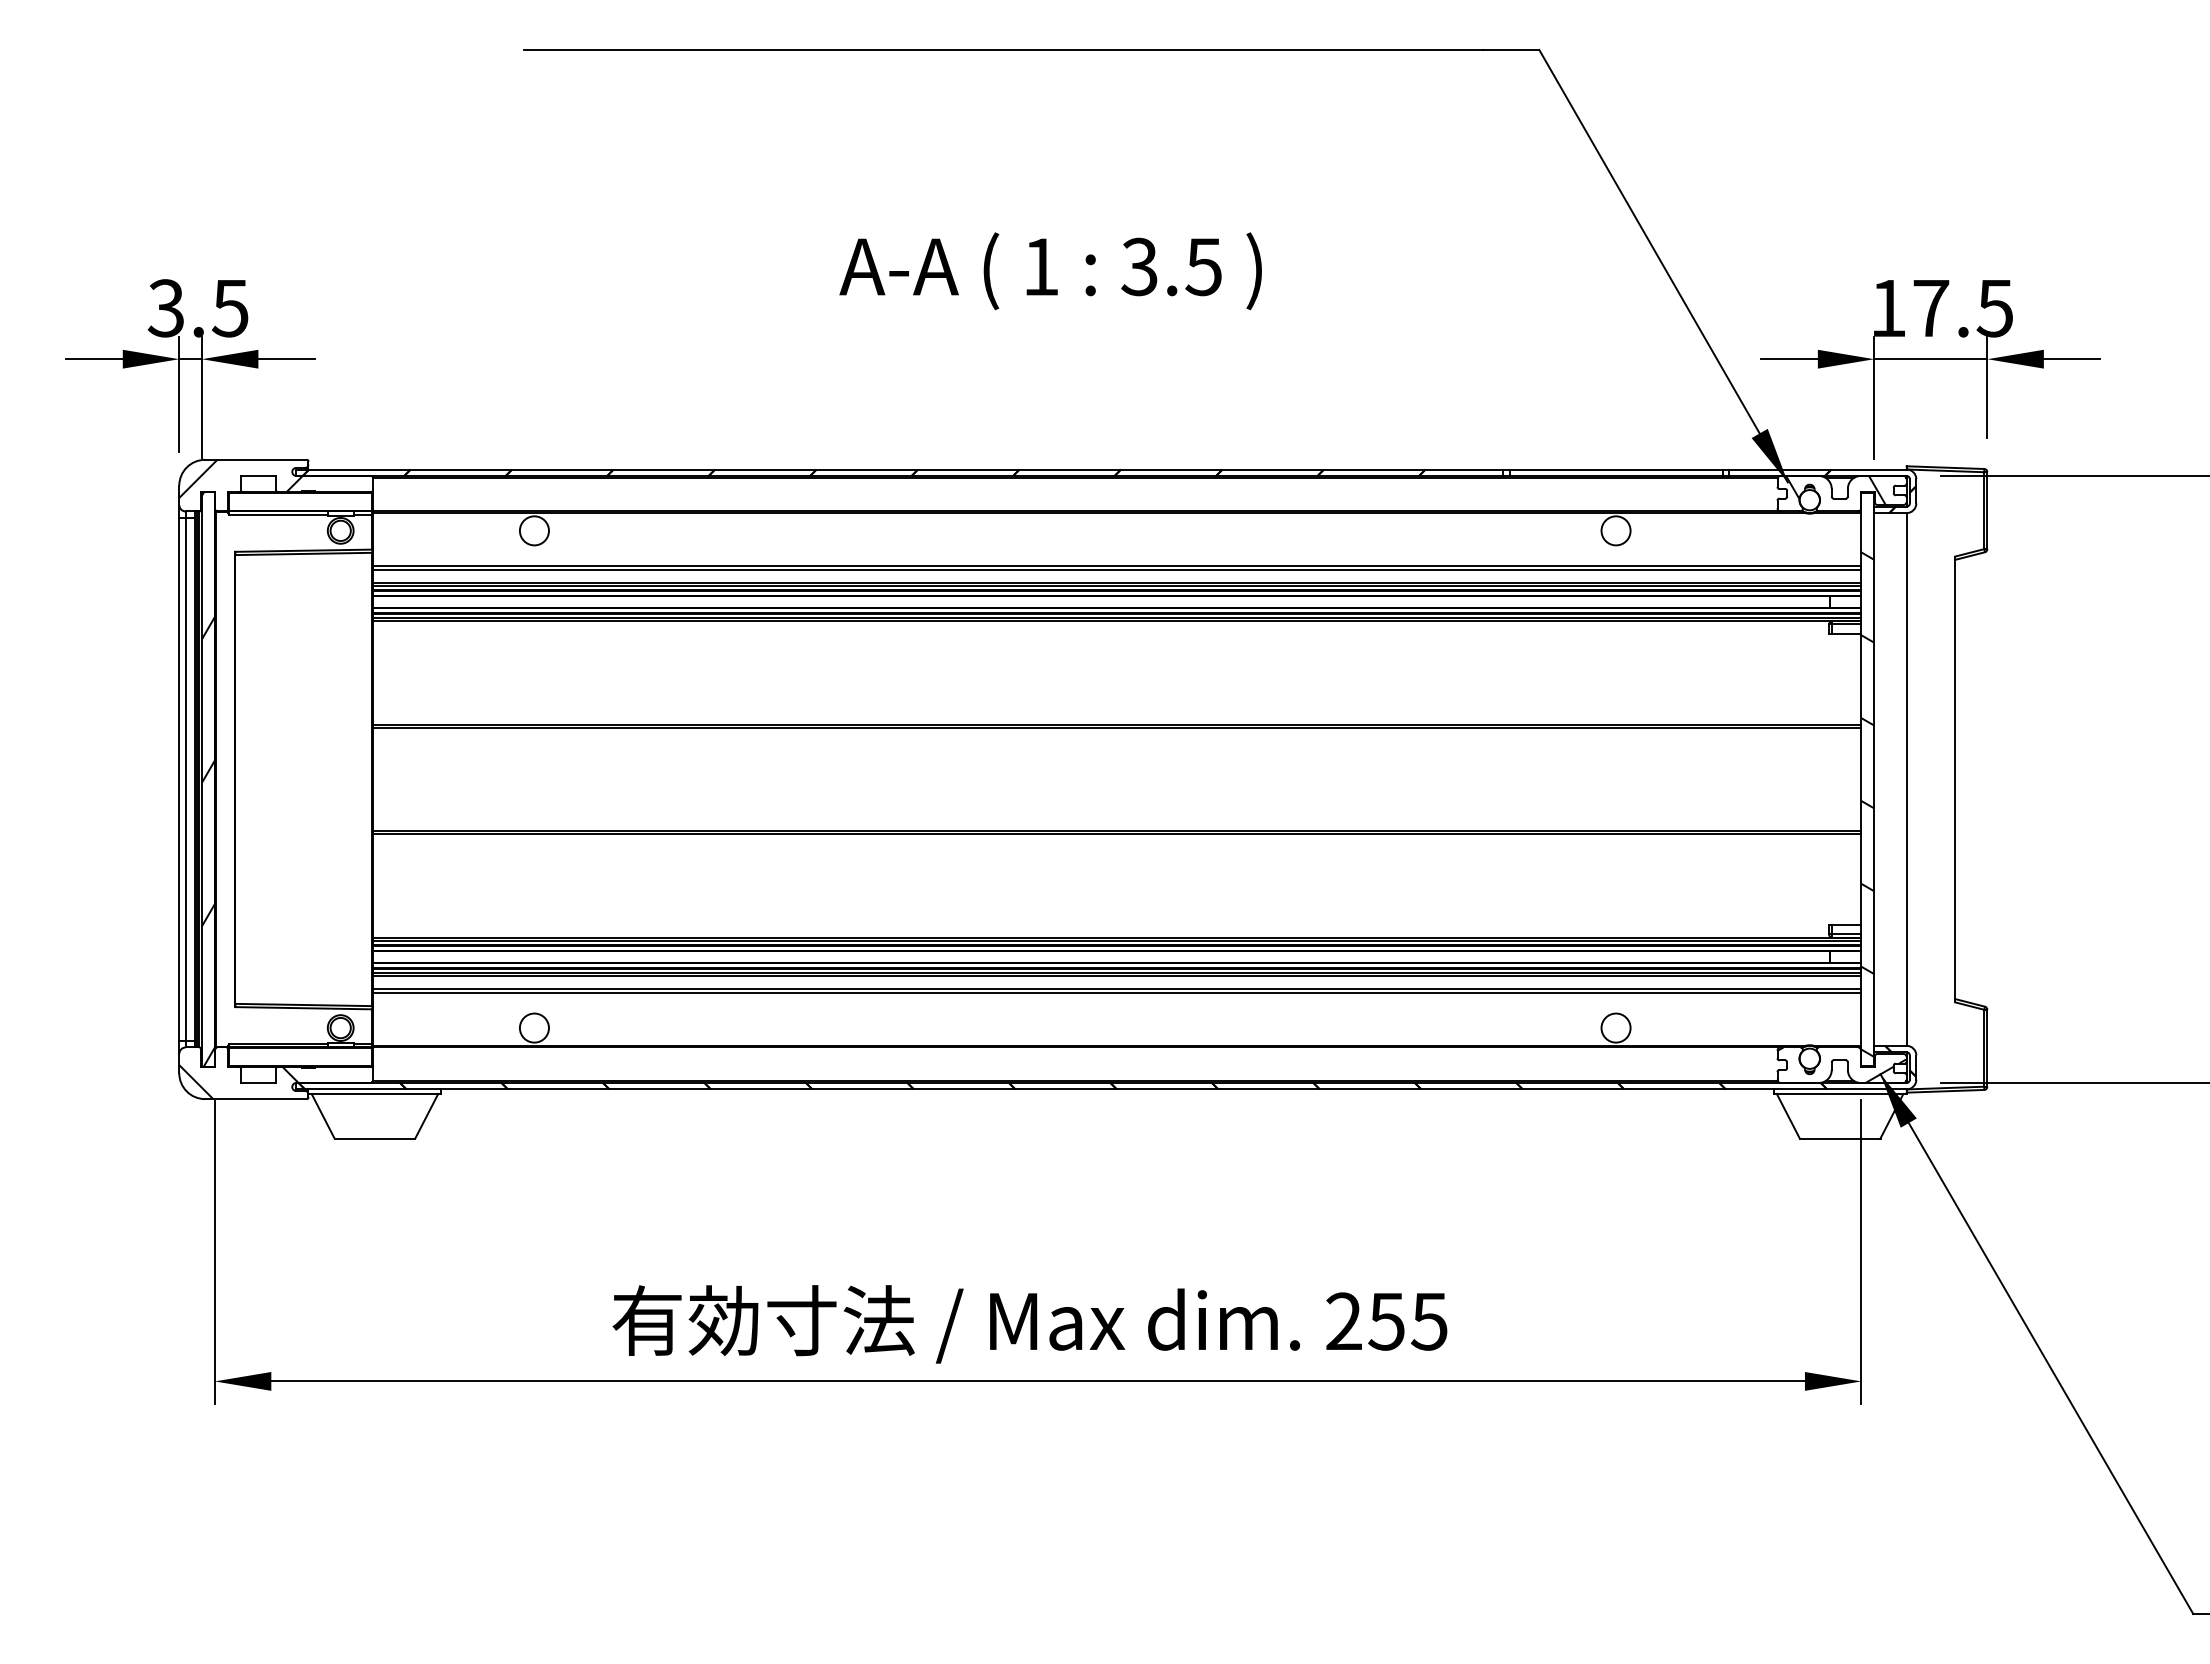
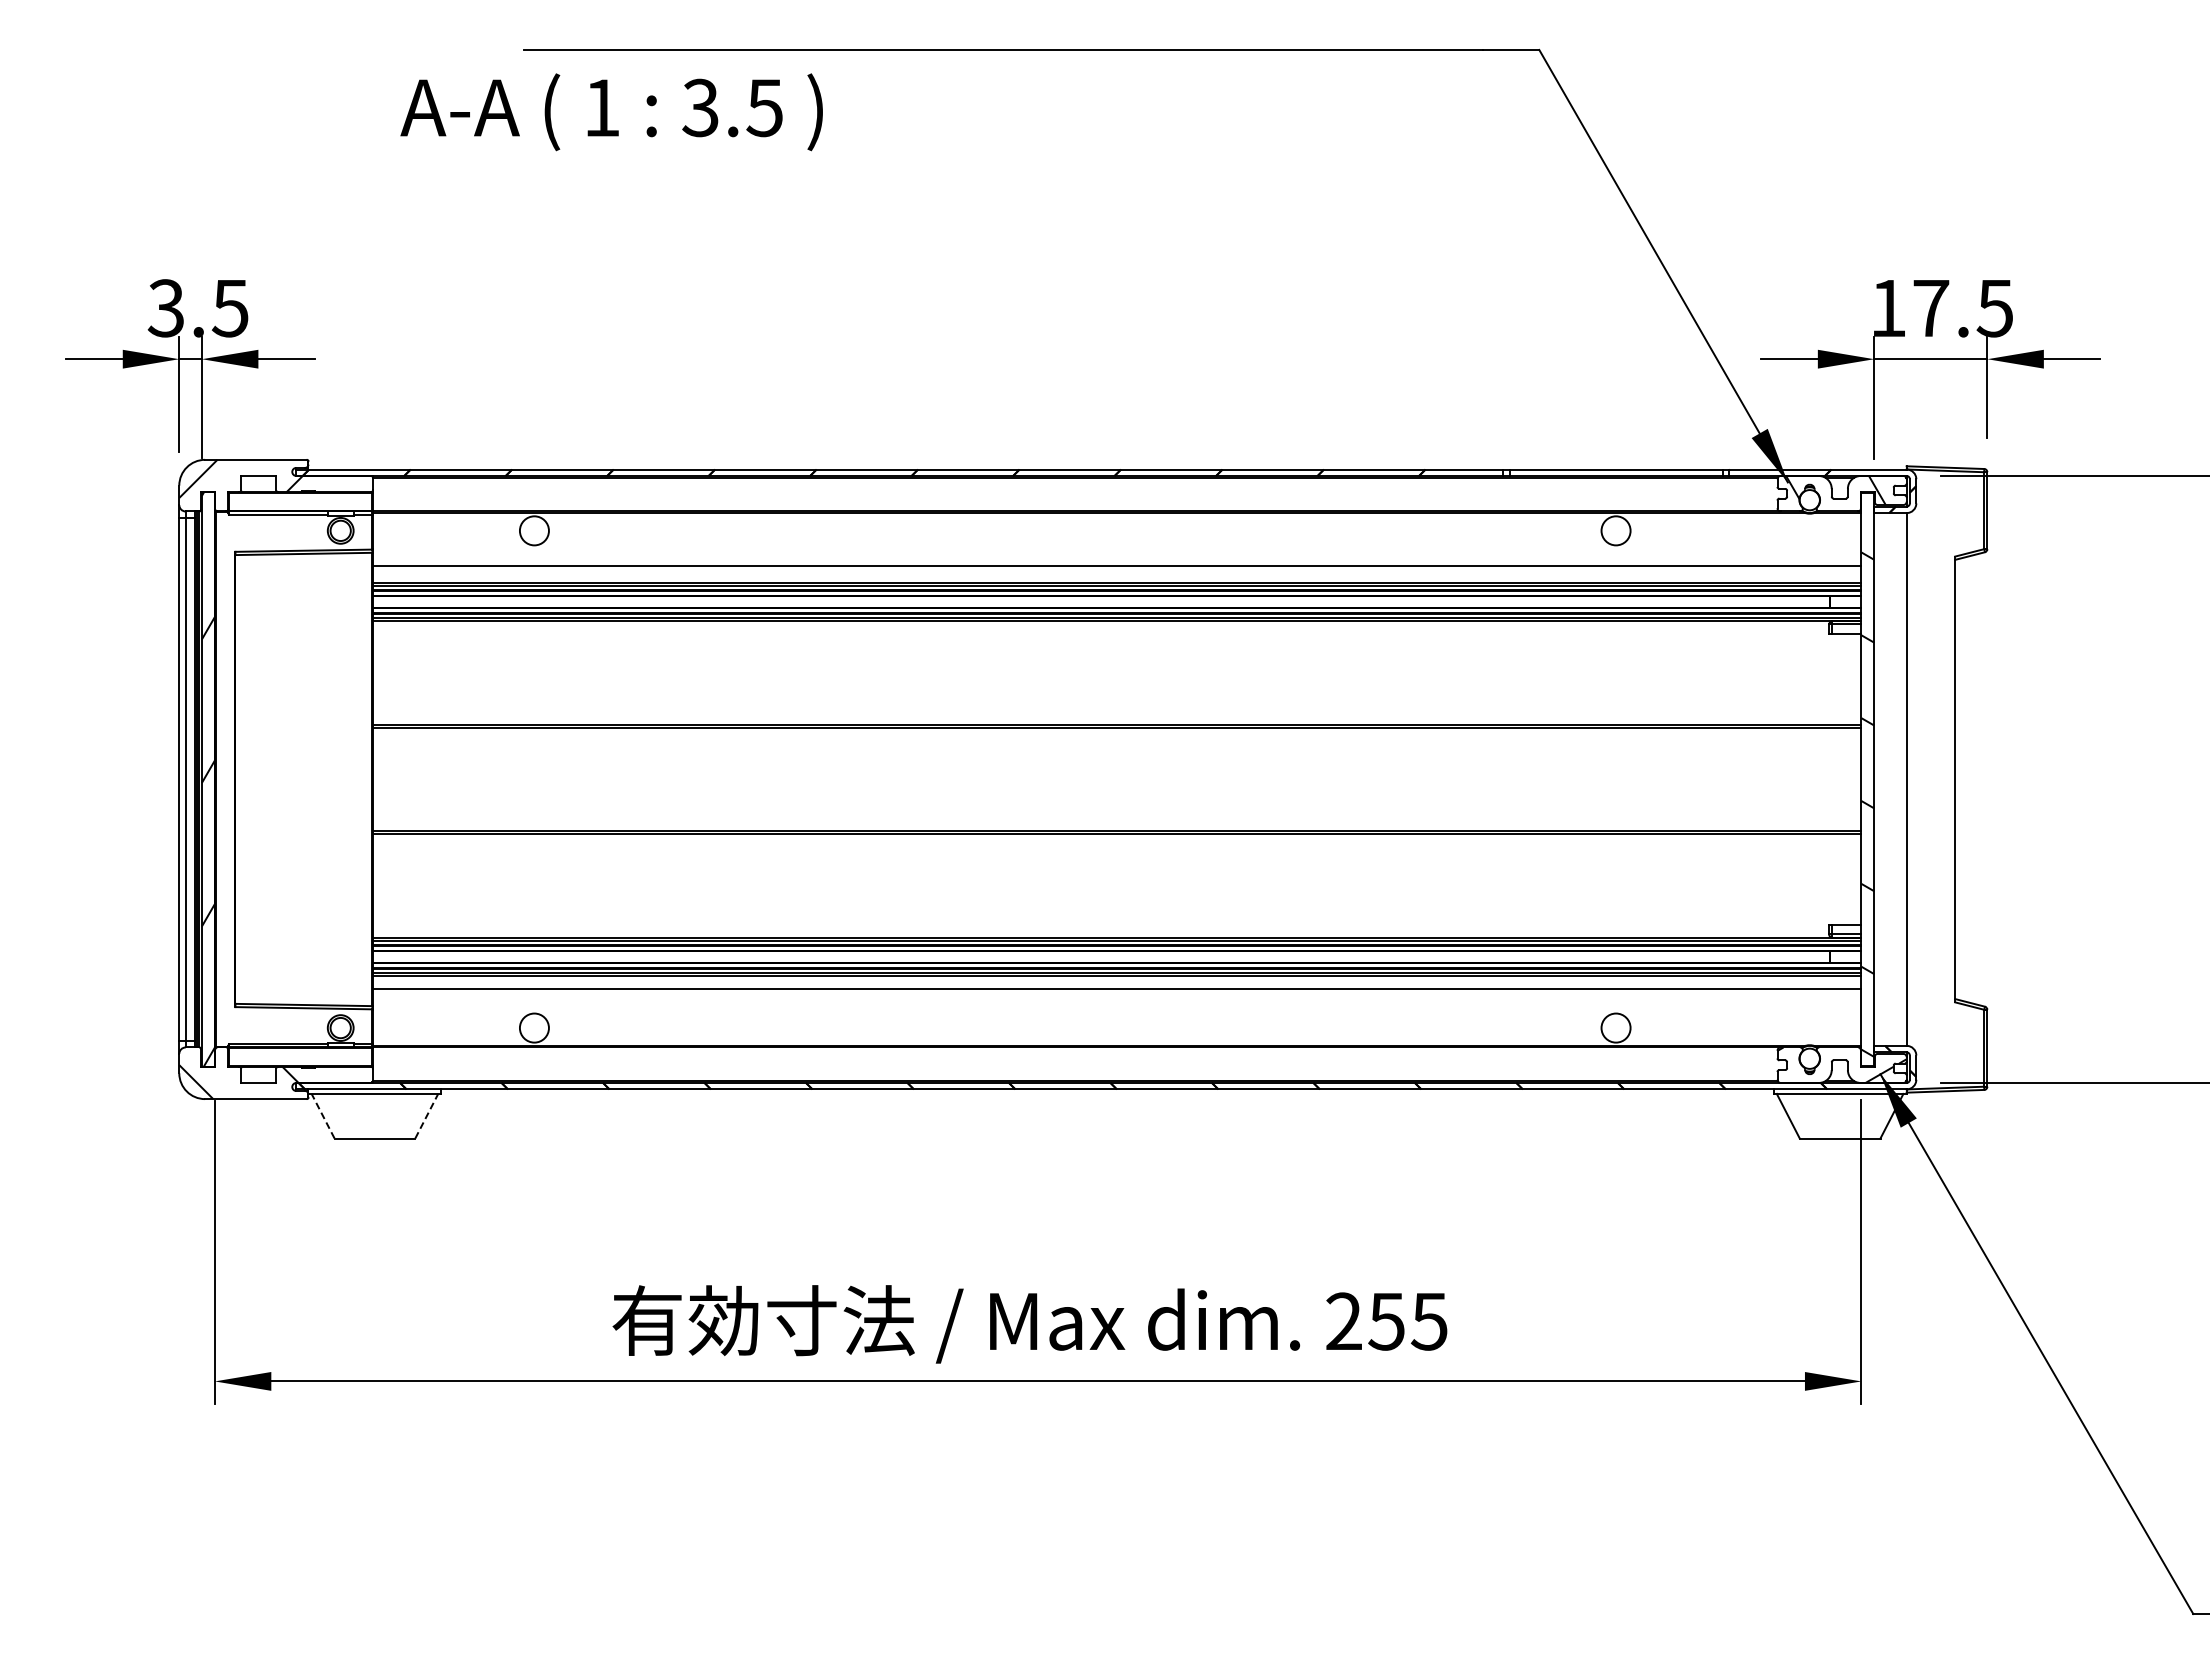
text at (1050, 271) position: (1050, 271) -> (611, 112)
line at (1117, 569): present -> none
line at (1117, 992): present -> none
line at (322, 1115): solid -> dashed
line at (426, 1115): solid -> dashed
